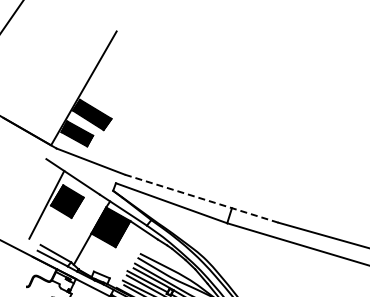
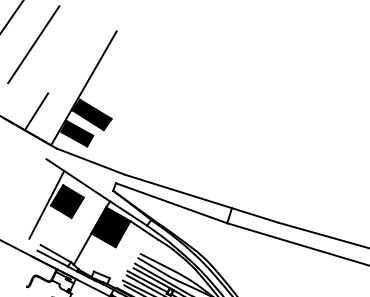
line at (33, 44): none -> present
line at (36, 111): none -> present
line at (202, 198): dashed -> solid
